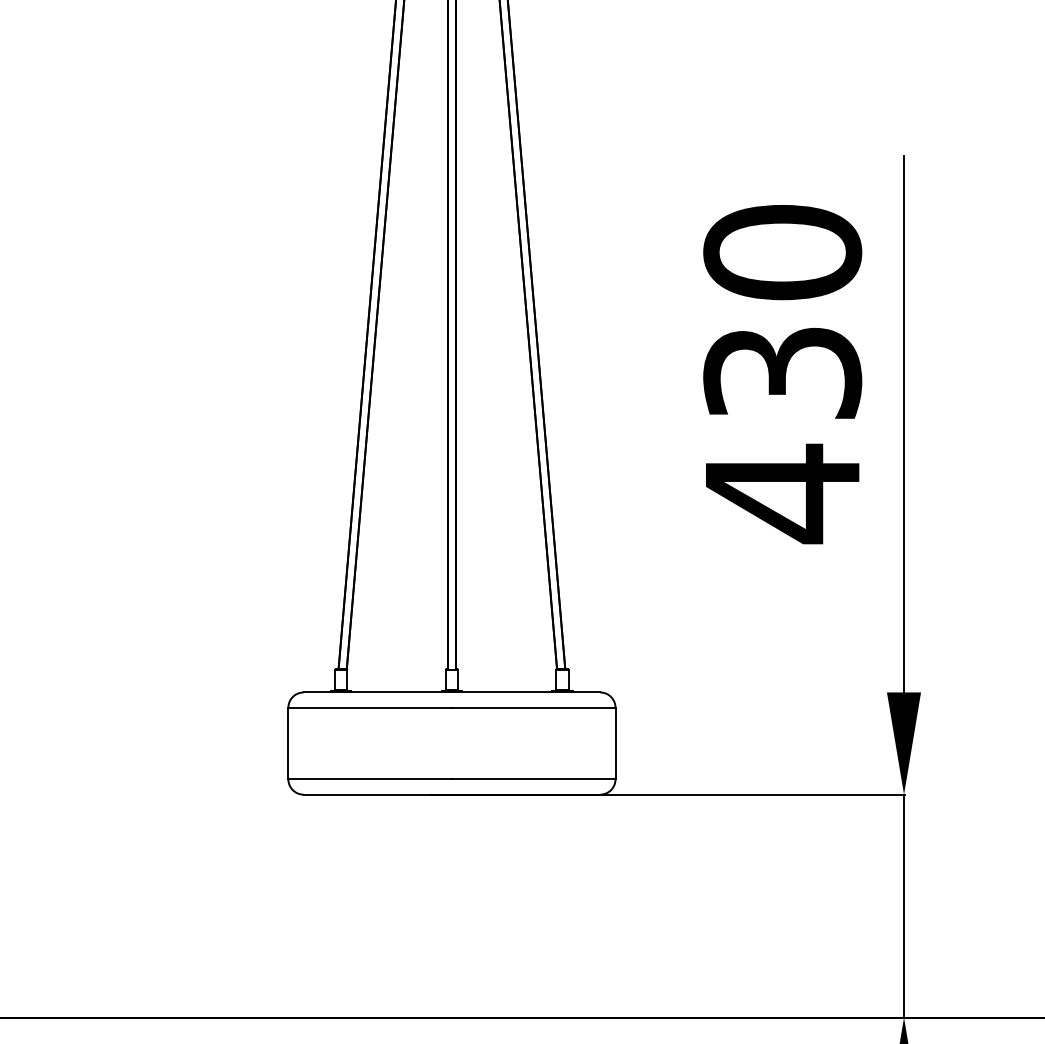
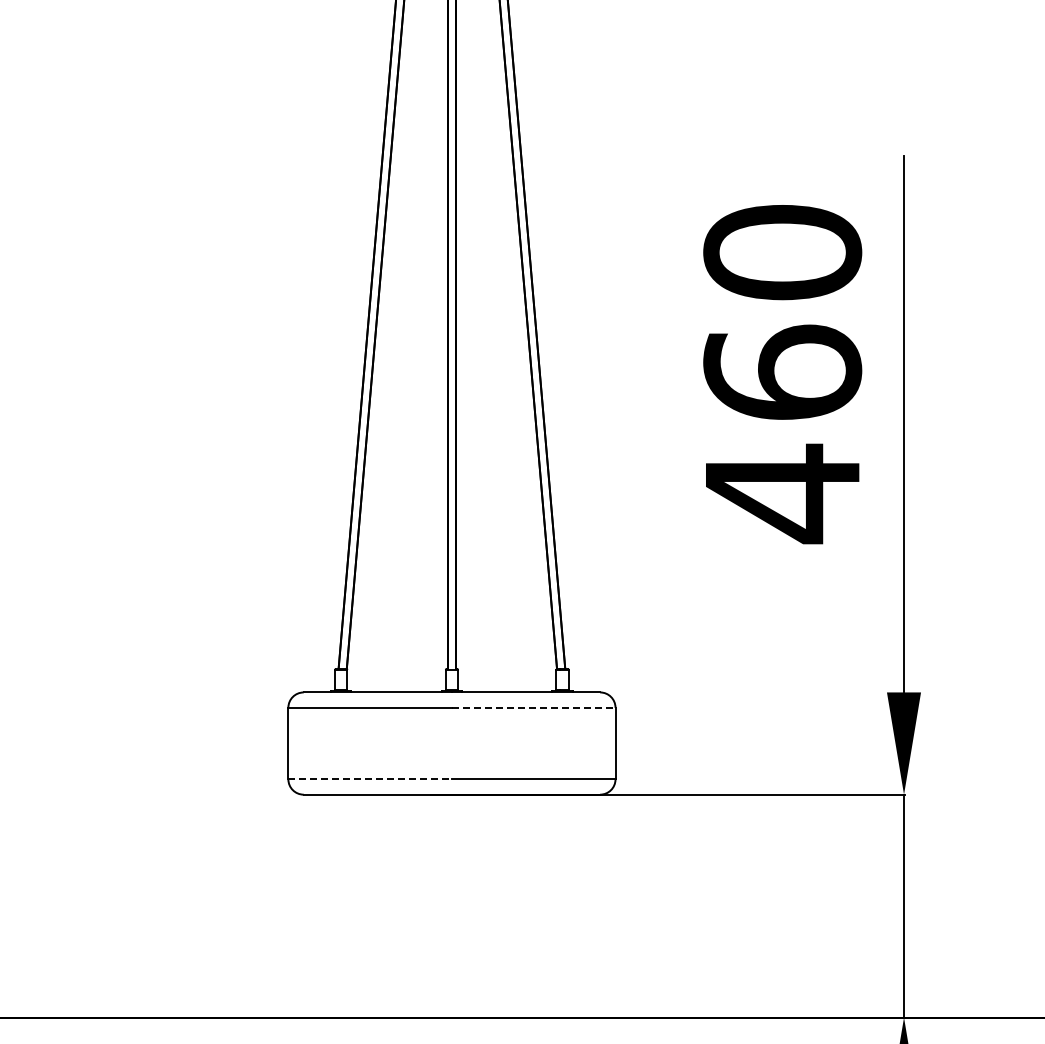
text at (782, 371): 430 -> 460
line at (533, 707): solid -> dashed
line at (370, 779): solid -> dashed
